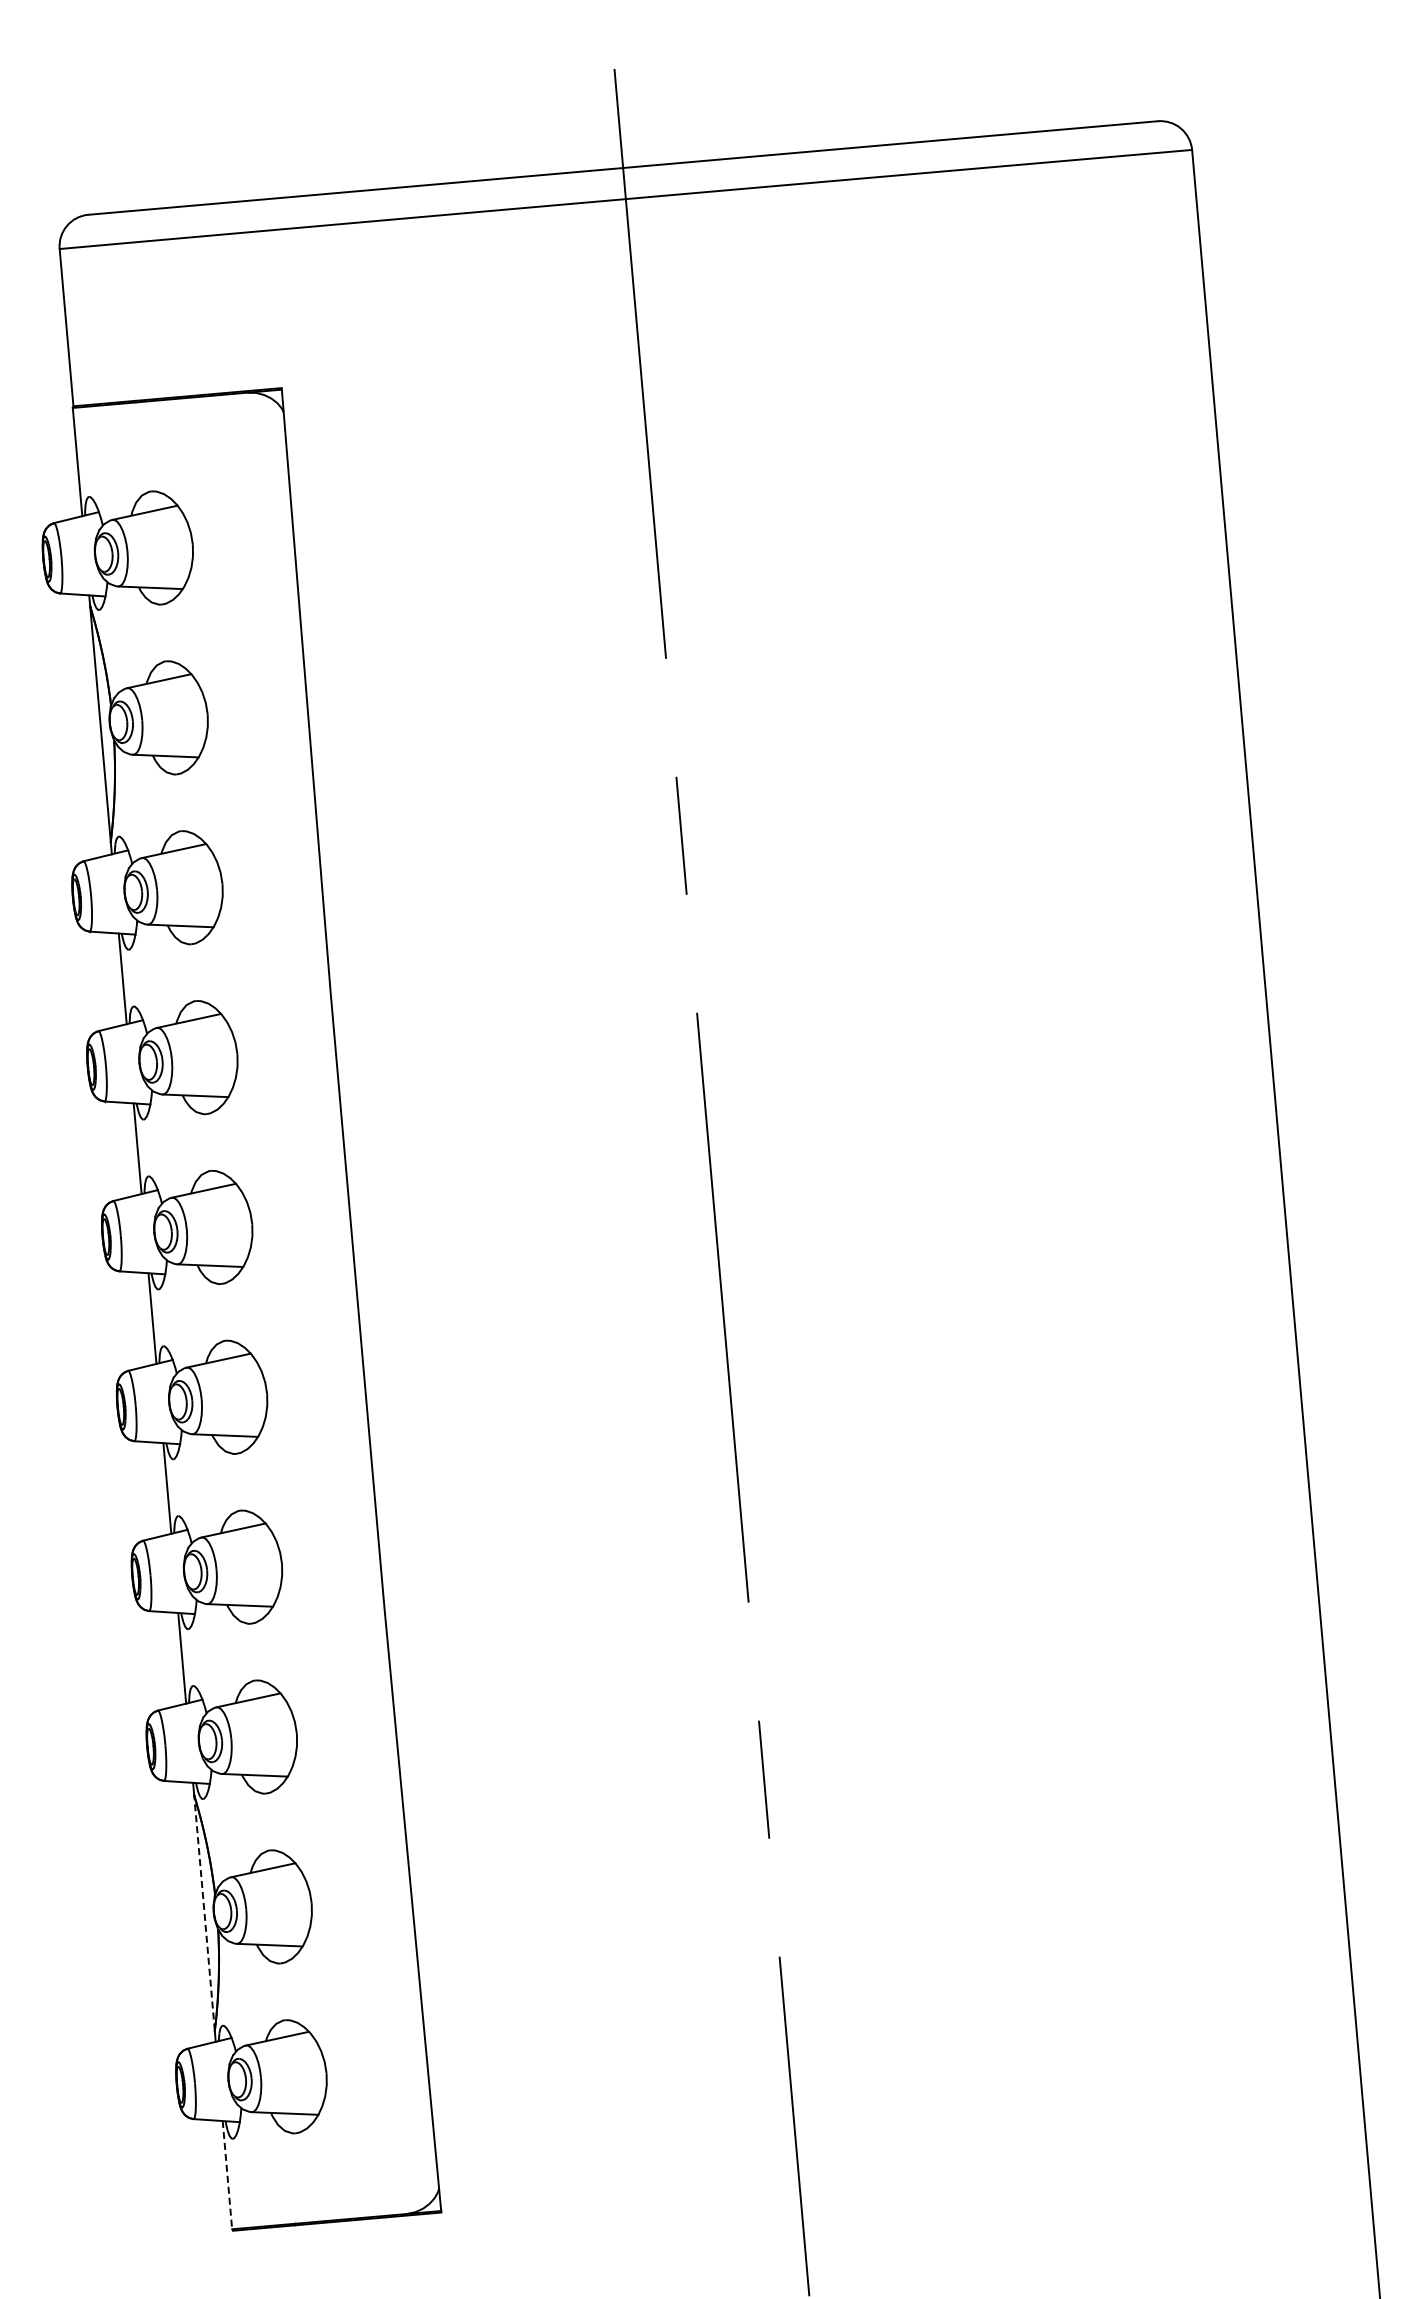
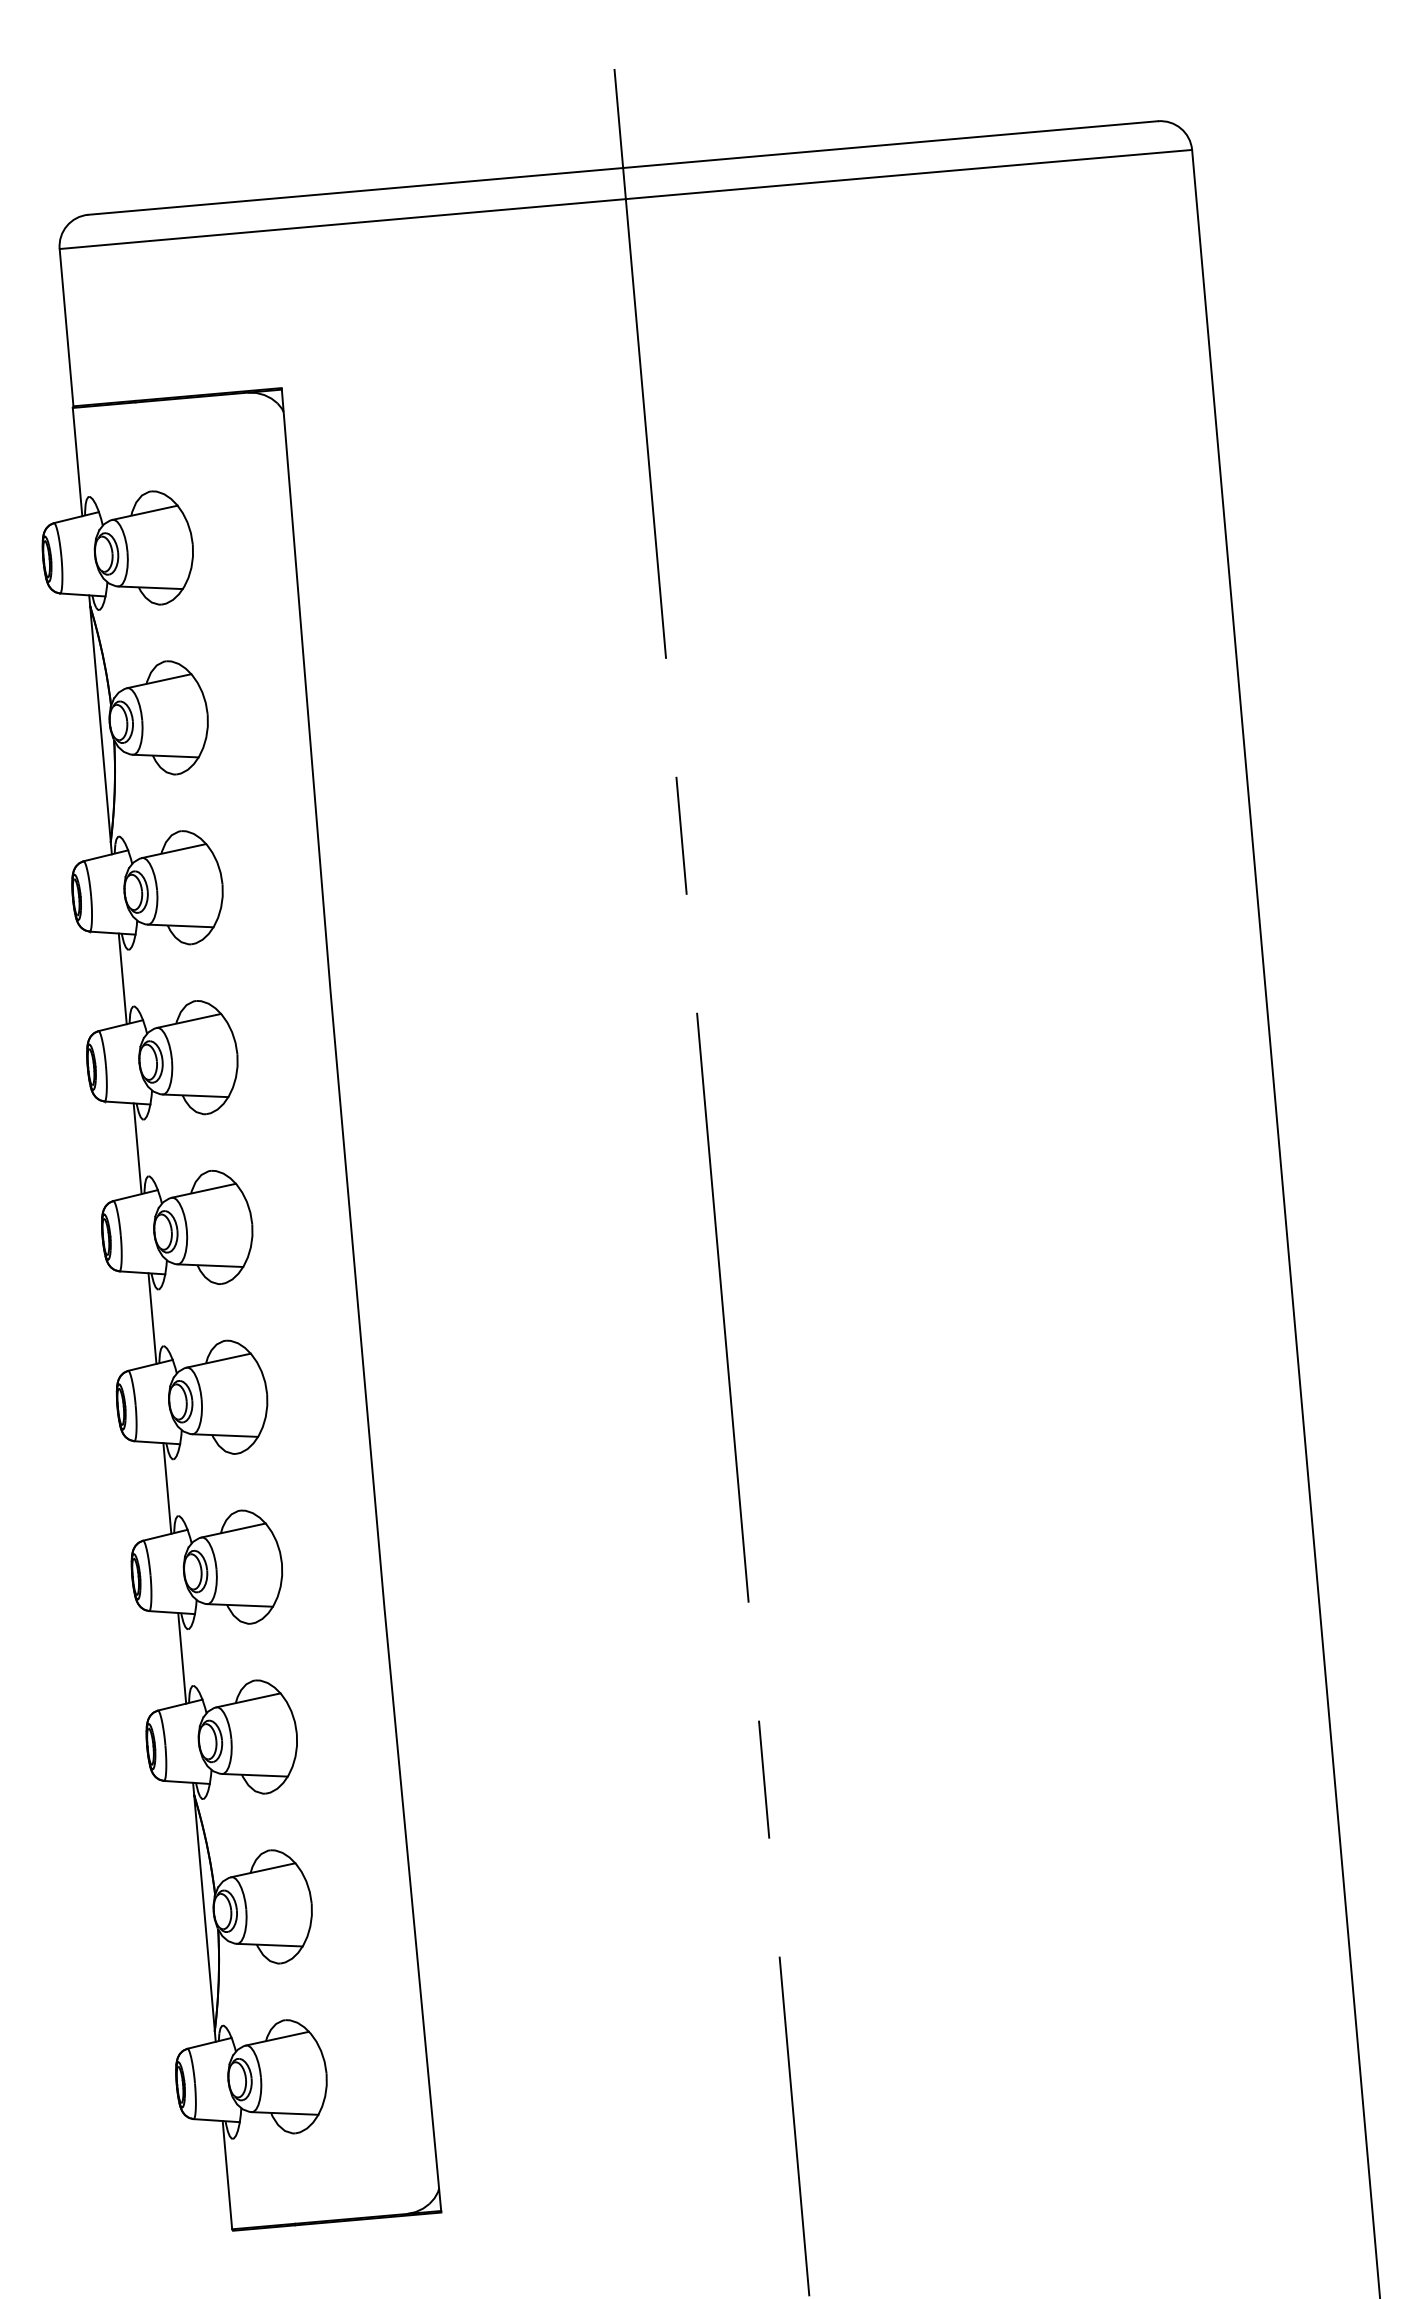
line at (204, 1913): dashed -> solid
line at (227, 2175): dashed -> solid
